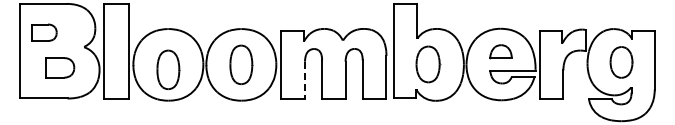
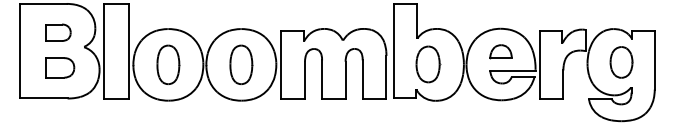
part at (44, 32) position: (44, 32) -> (58, 32)
part at (168, 69) position: (168, 69) -> (168, 64)
line at (305, 80): dashed -> solid
